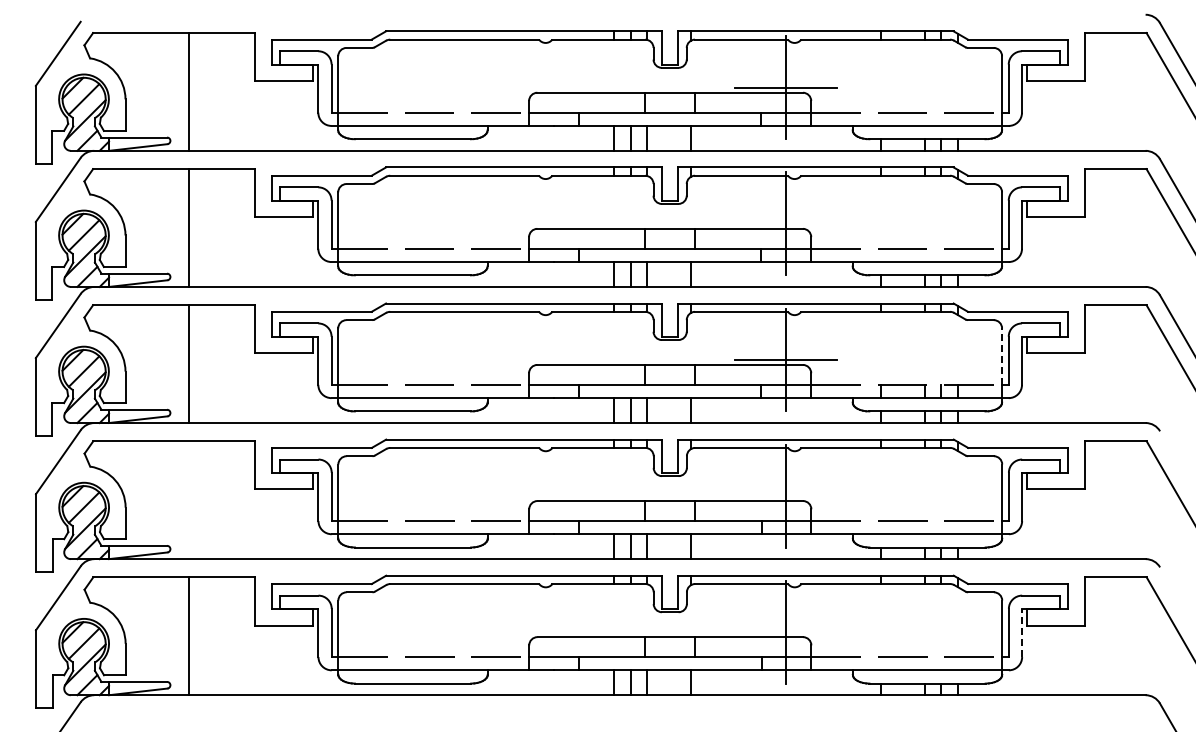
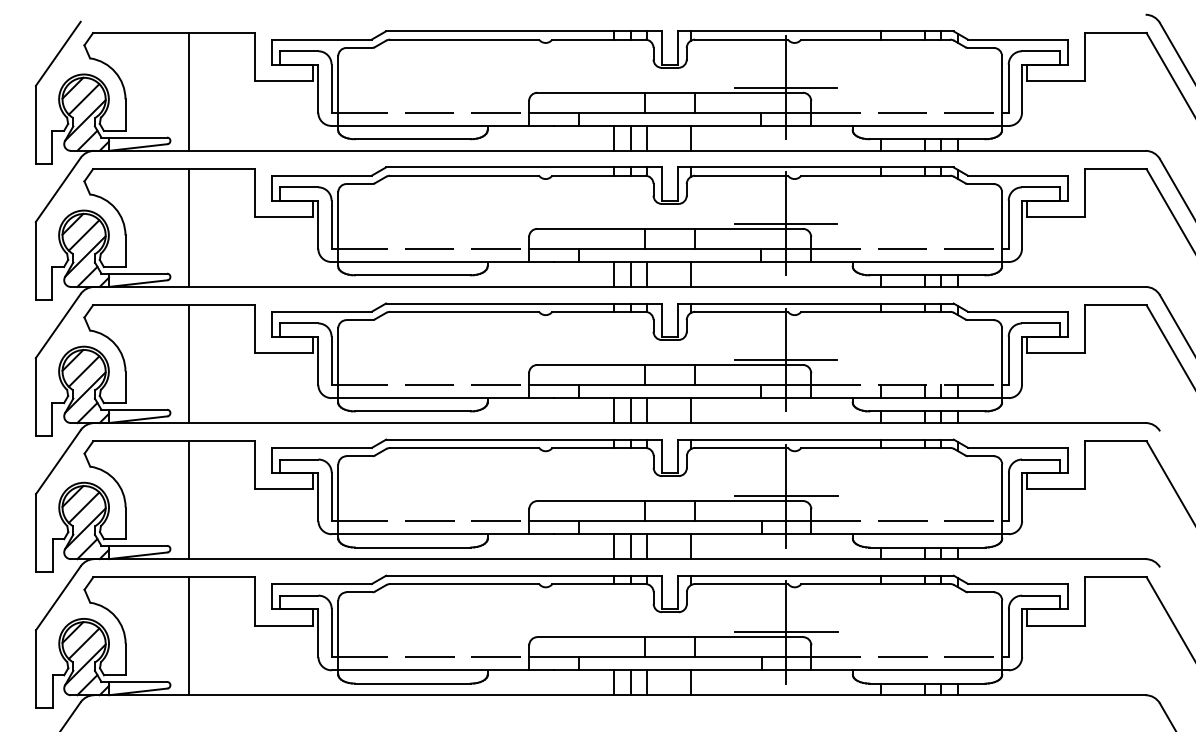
line at (785, 223): none -> present
line at (1002, 356): dashed -> solid
line at (785, 496): none -> present
line at (188, 500): none -> present
line at (785, 632): none -> present
line at (1022, 632): dashed -> solid
